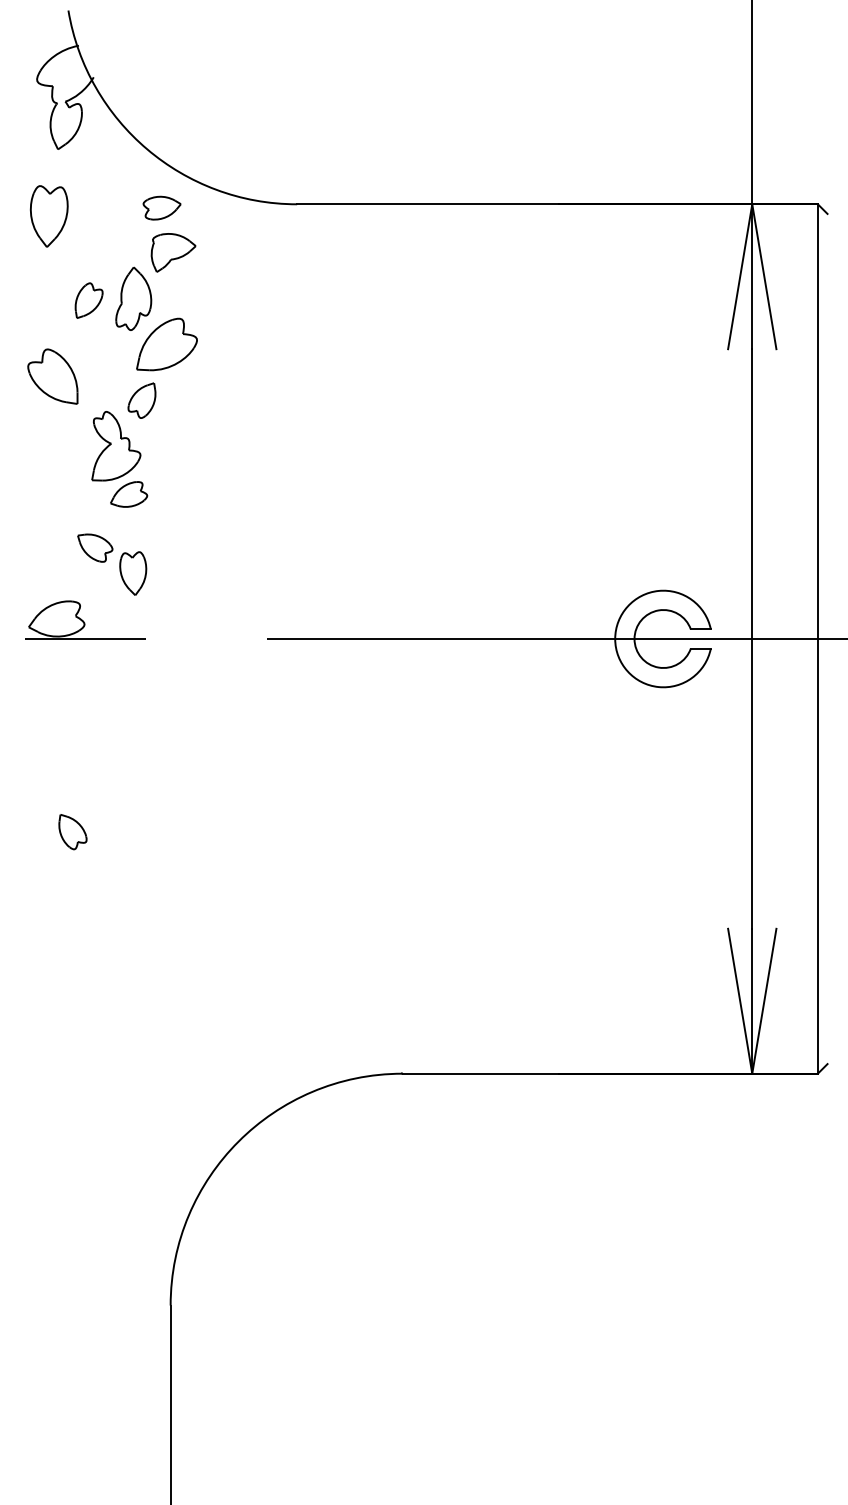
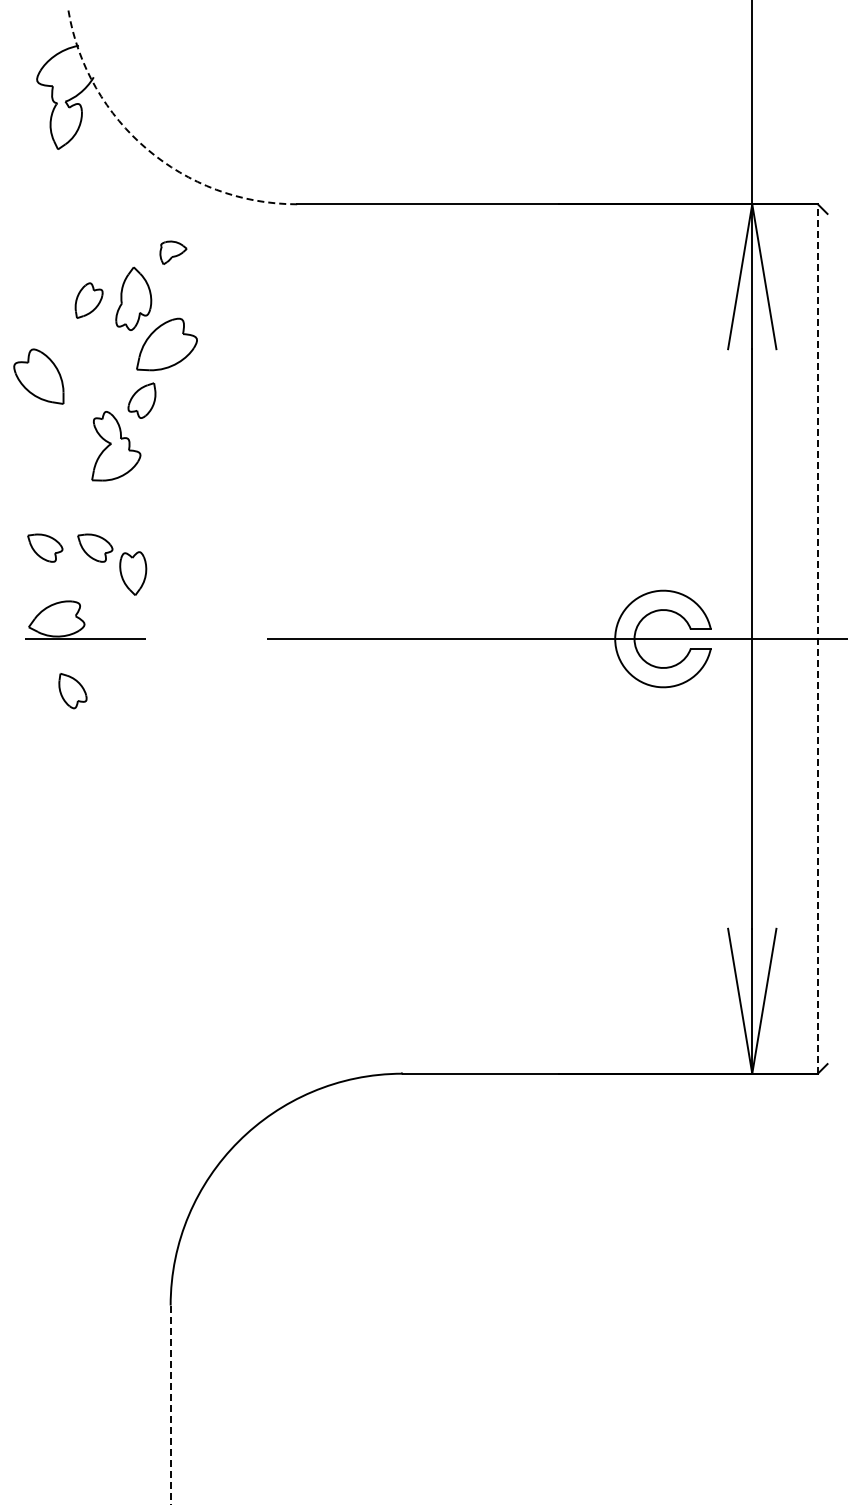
arc at (147, 149): solid -> dashed
part at (161, 207): present -> none
part at (48, 216): present -> none
part at (173, 252) size: 47x40 px -> 29x25 px
part at (52, 376) position: (52, 376) -> (38, 376)
part at (129, 494): present -> none
part at (45, 547): none -> present
line at (817, 639): solid -> dashed
part at (72, 832) position: (72, 832) -> (72, 691)
line at (170, 1405): solid -> dashed
